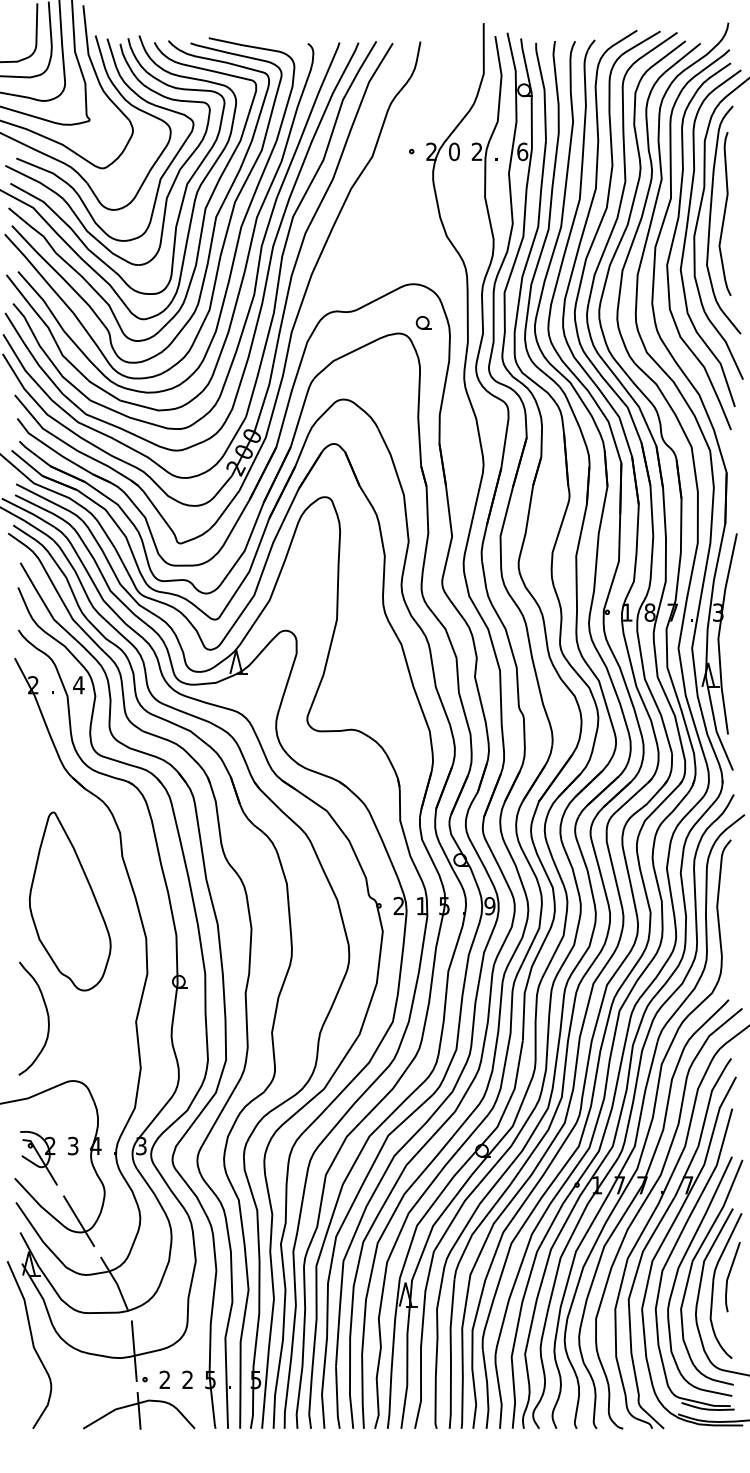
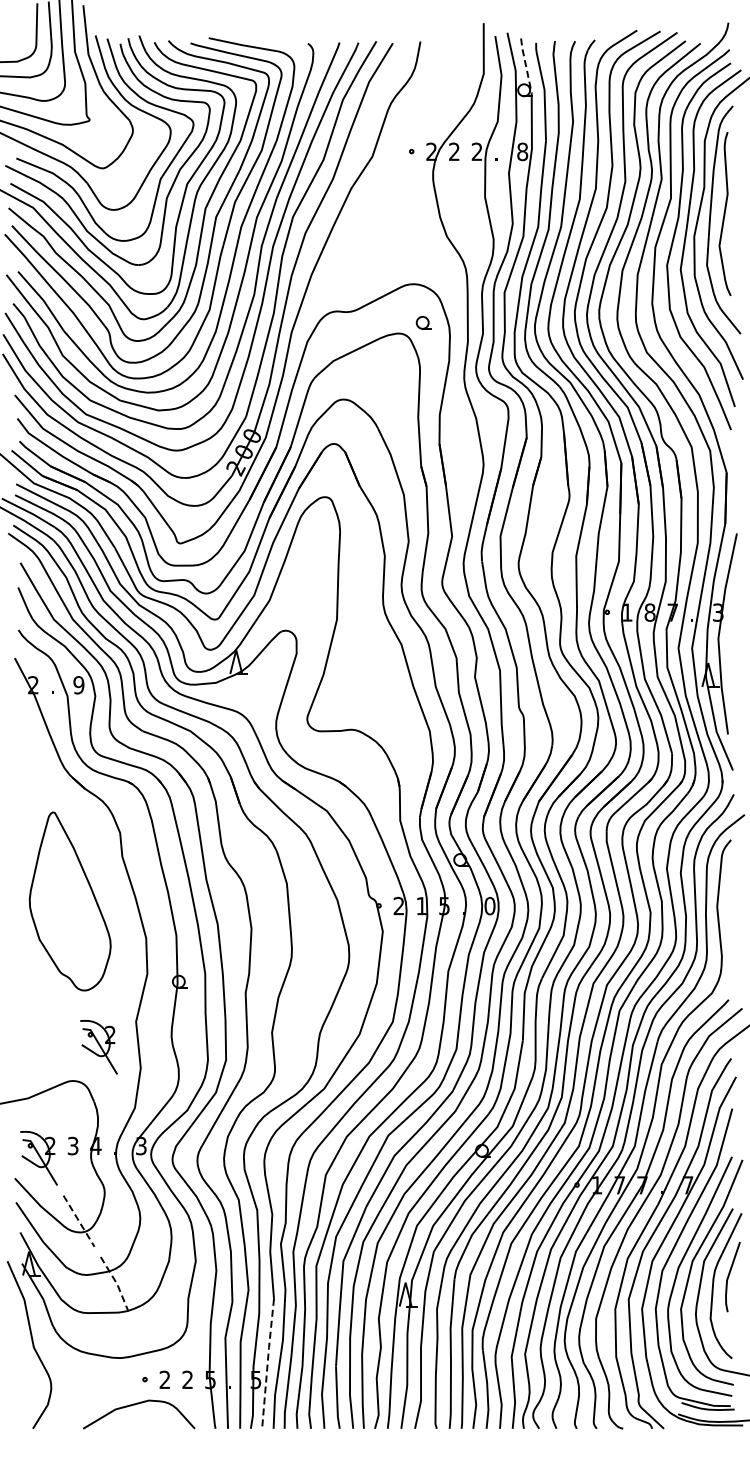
line at (525, 65): solid -> dashed
text at (454, 151): 0 -> 2
text at (522, 151): 6 -> 8
text at (78, 685): 4 -> 9
text at (489, 906): 9 -> 0
curve at (46, 1013): present -> none
part at (98, 1047): none -> present
line at (78, 1220): solid -> dashed
line at (116, 1283): solid -> dashed
line at (133, 1351): present -> none
line at (267, 1364): solid -> dashed
line at (138, 1410): present -> none
